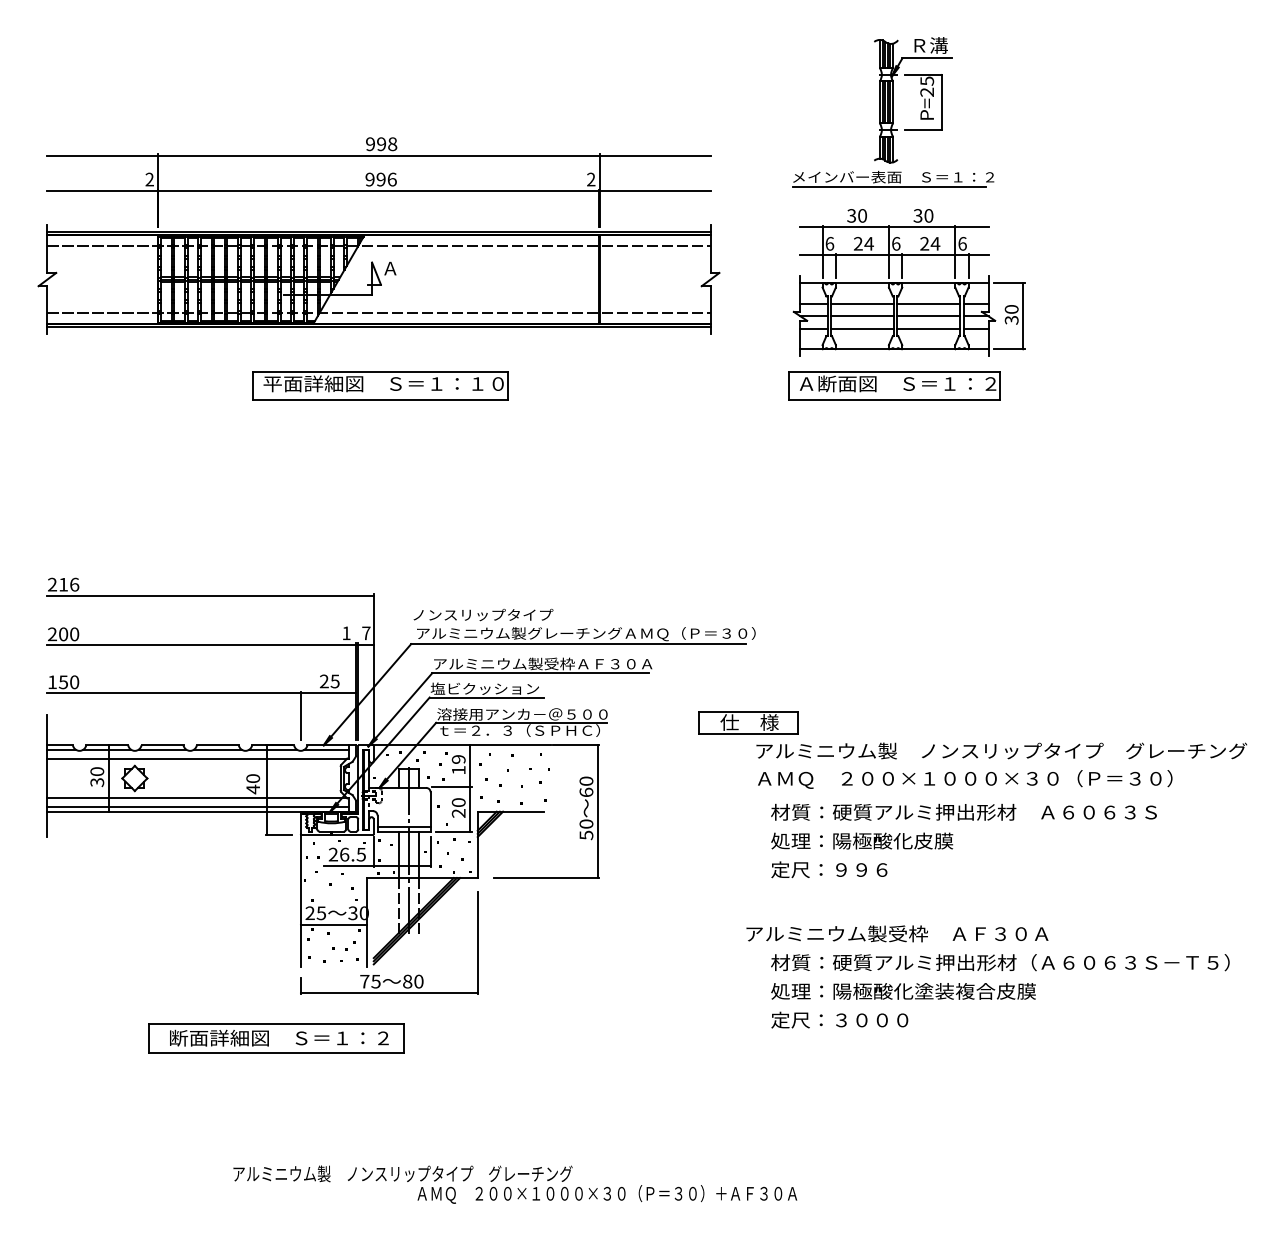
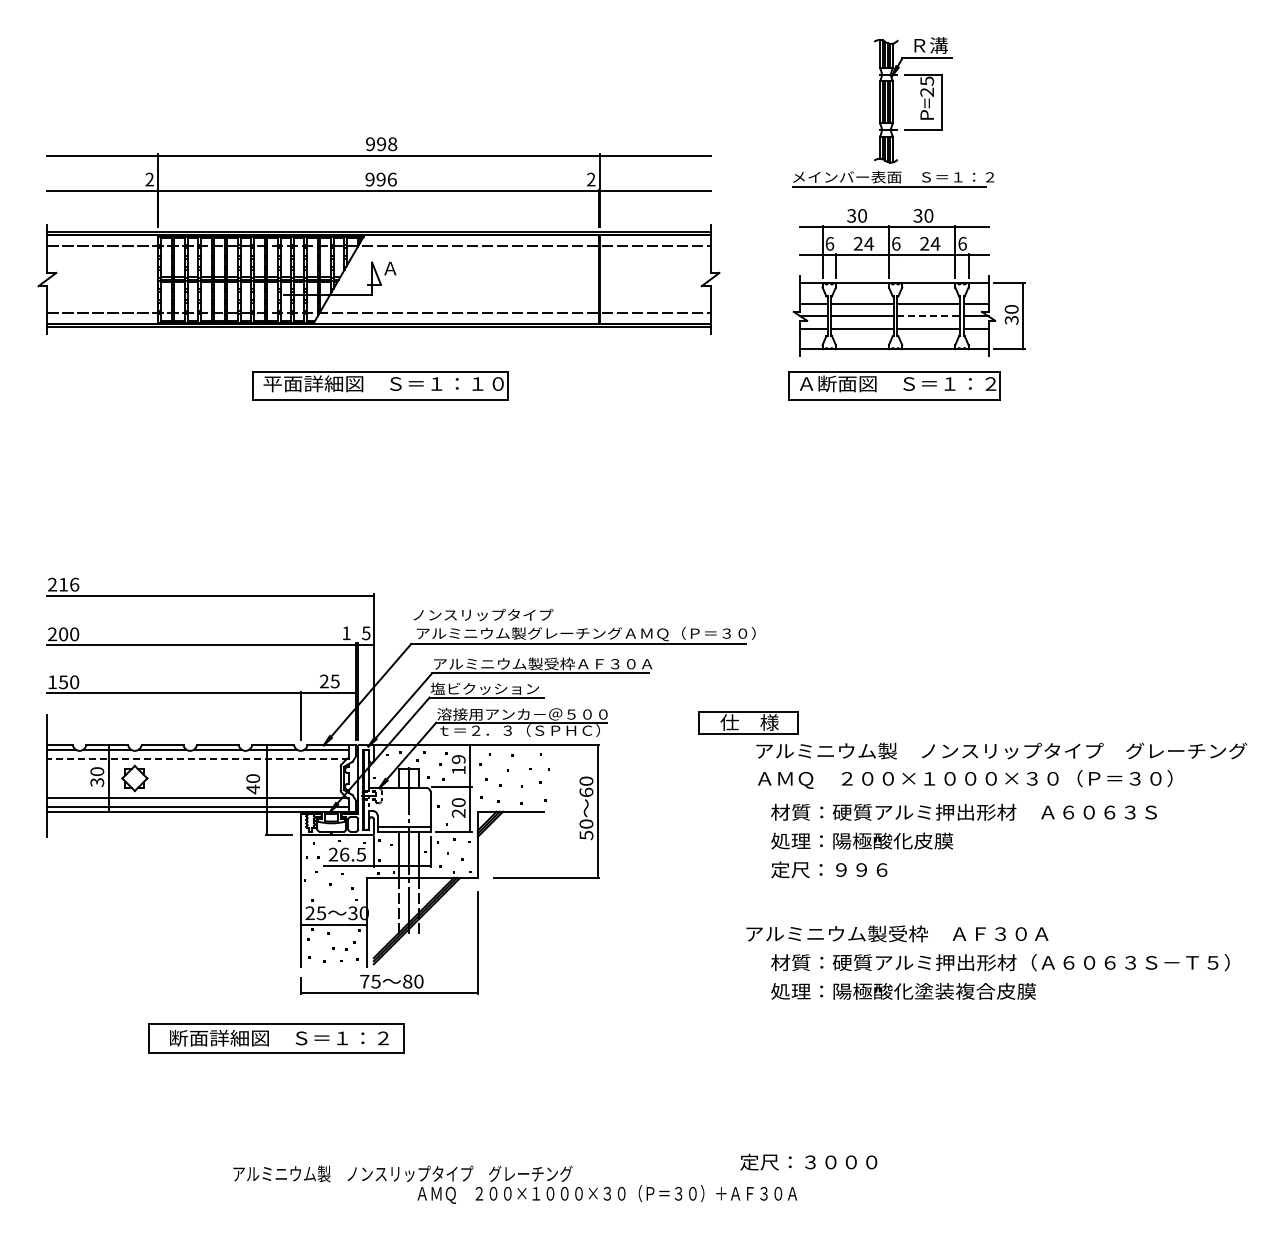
line at (902, 265): present -> none
line at (928, 316): solid -> dashed
text at (366, 633): 7 -> 5
line at (197, 758): solid -> dashed
text at (839, 1019) position: (839, 1019) -> (808, 1161)
